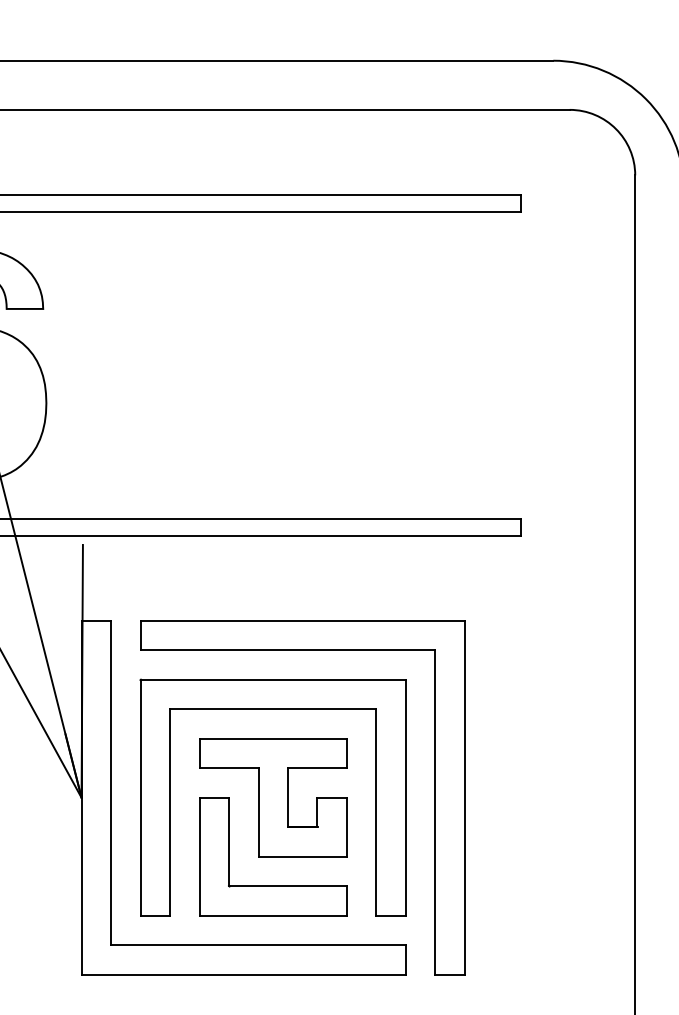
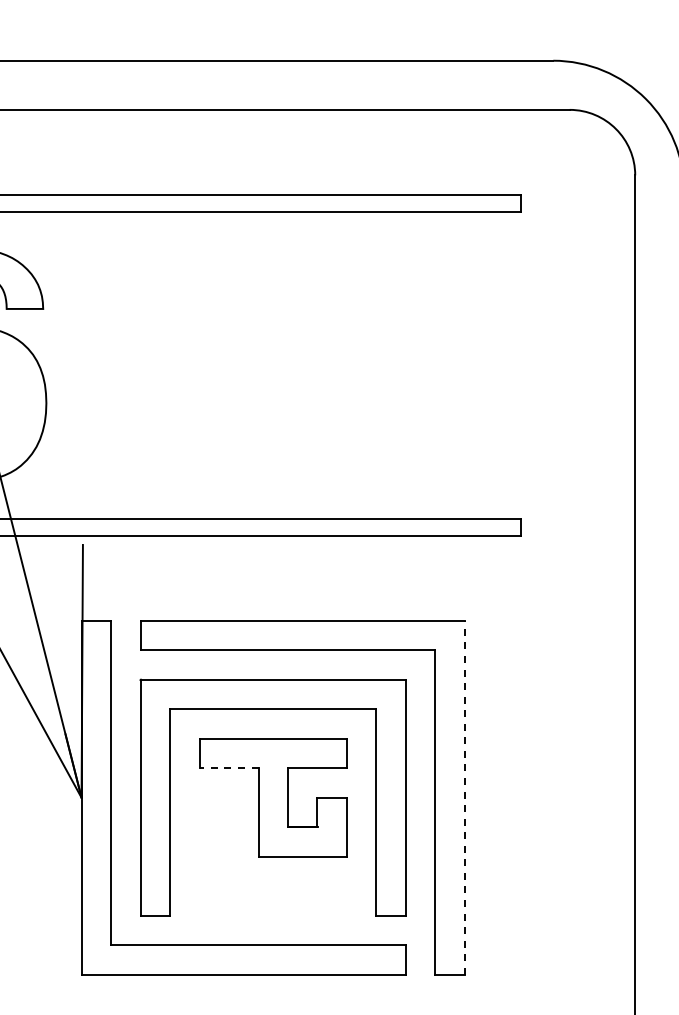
line at (228, 768): solid -> dashed
line at (464, 797): solid -> dashed
part at (273, 885): present -> none
